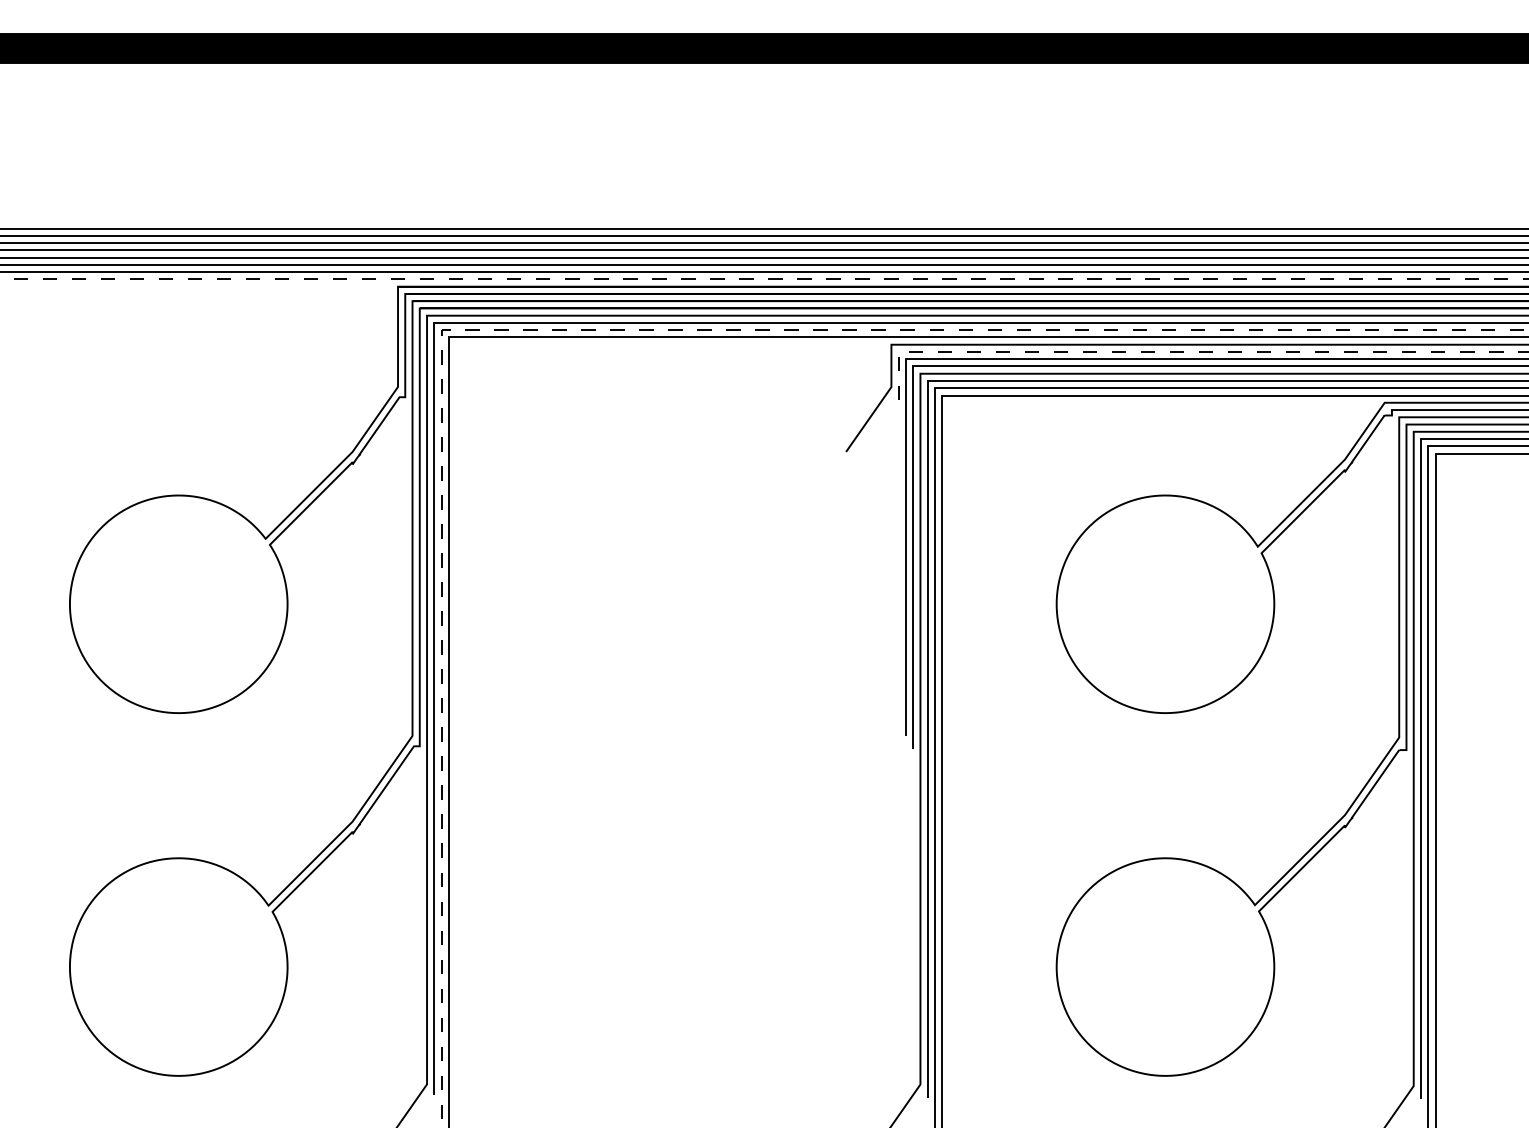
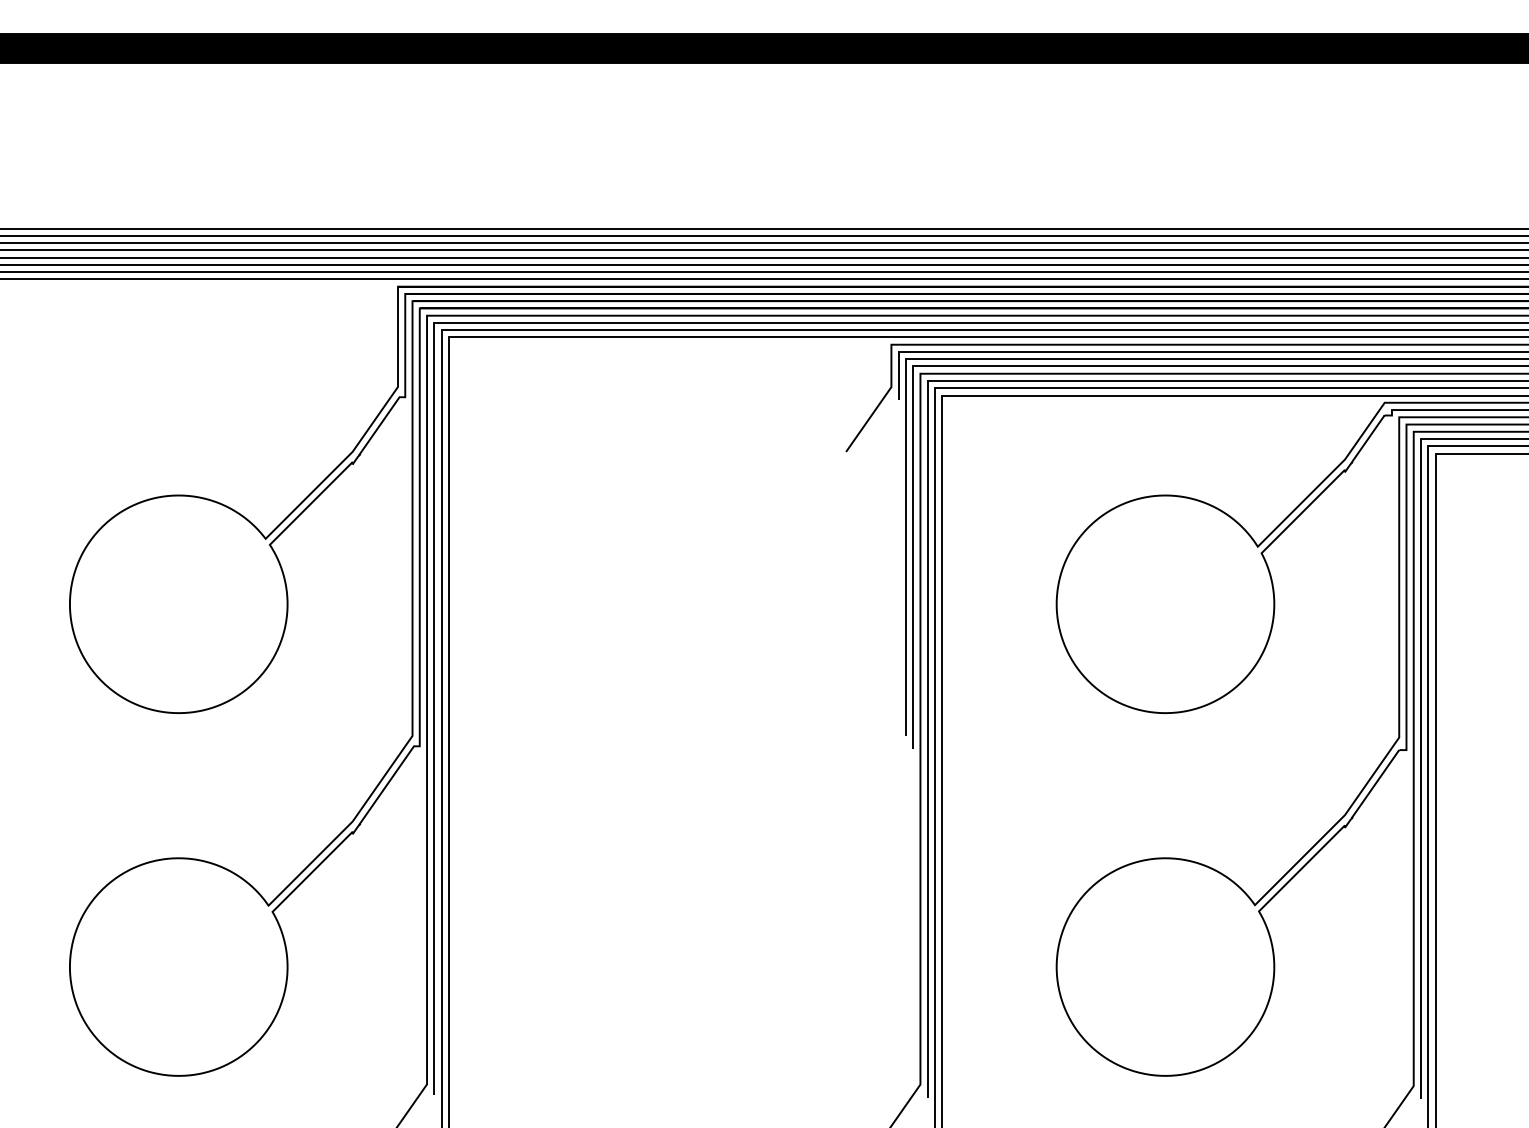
line at (764, 279): dashed -> solid
line at (585, 330): dashed -> solid
line at (1188, 351): dashed -> solid
